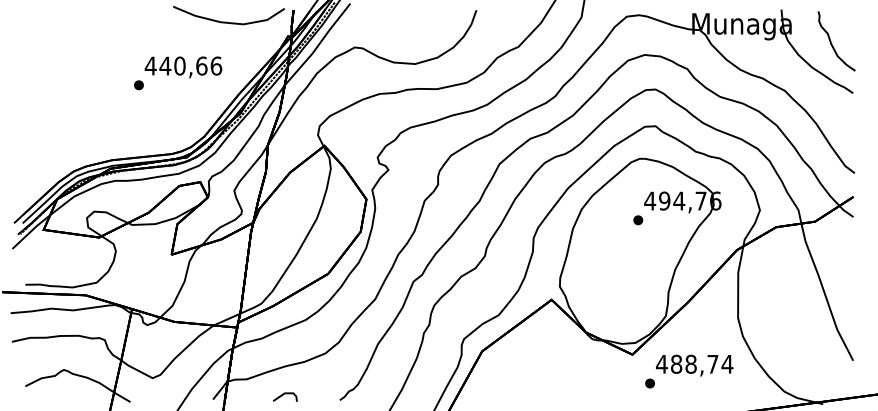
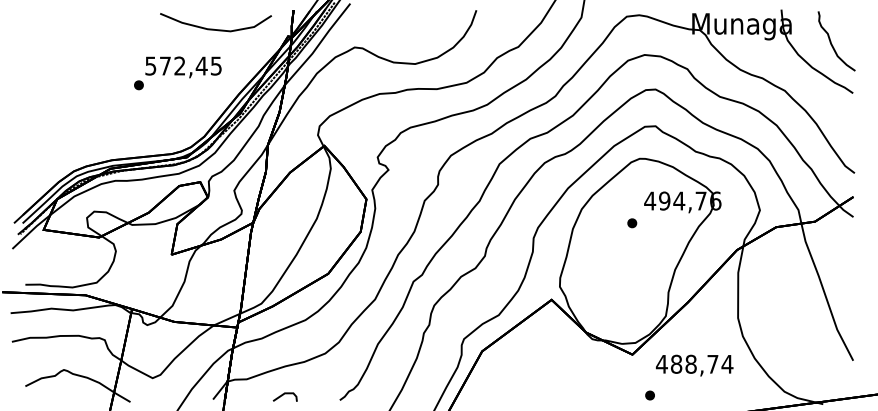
curve at (226, 21) position: (226, 21) -> (213, 28)
text at (183, 65): 440,66 -> 572,45
part at (638, 220) position: (638, 220) -> (632, 223)
part at (649, 383) position: (649, 383) -> (649, 395)
